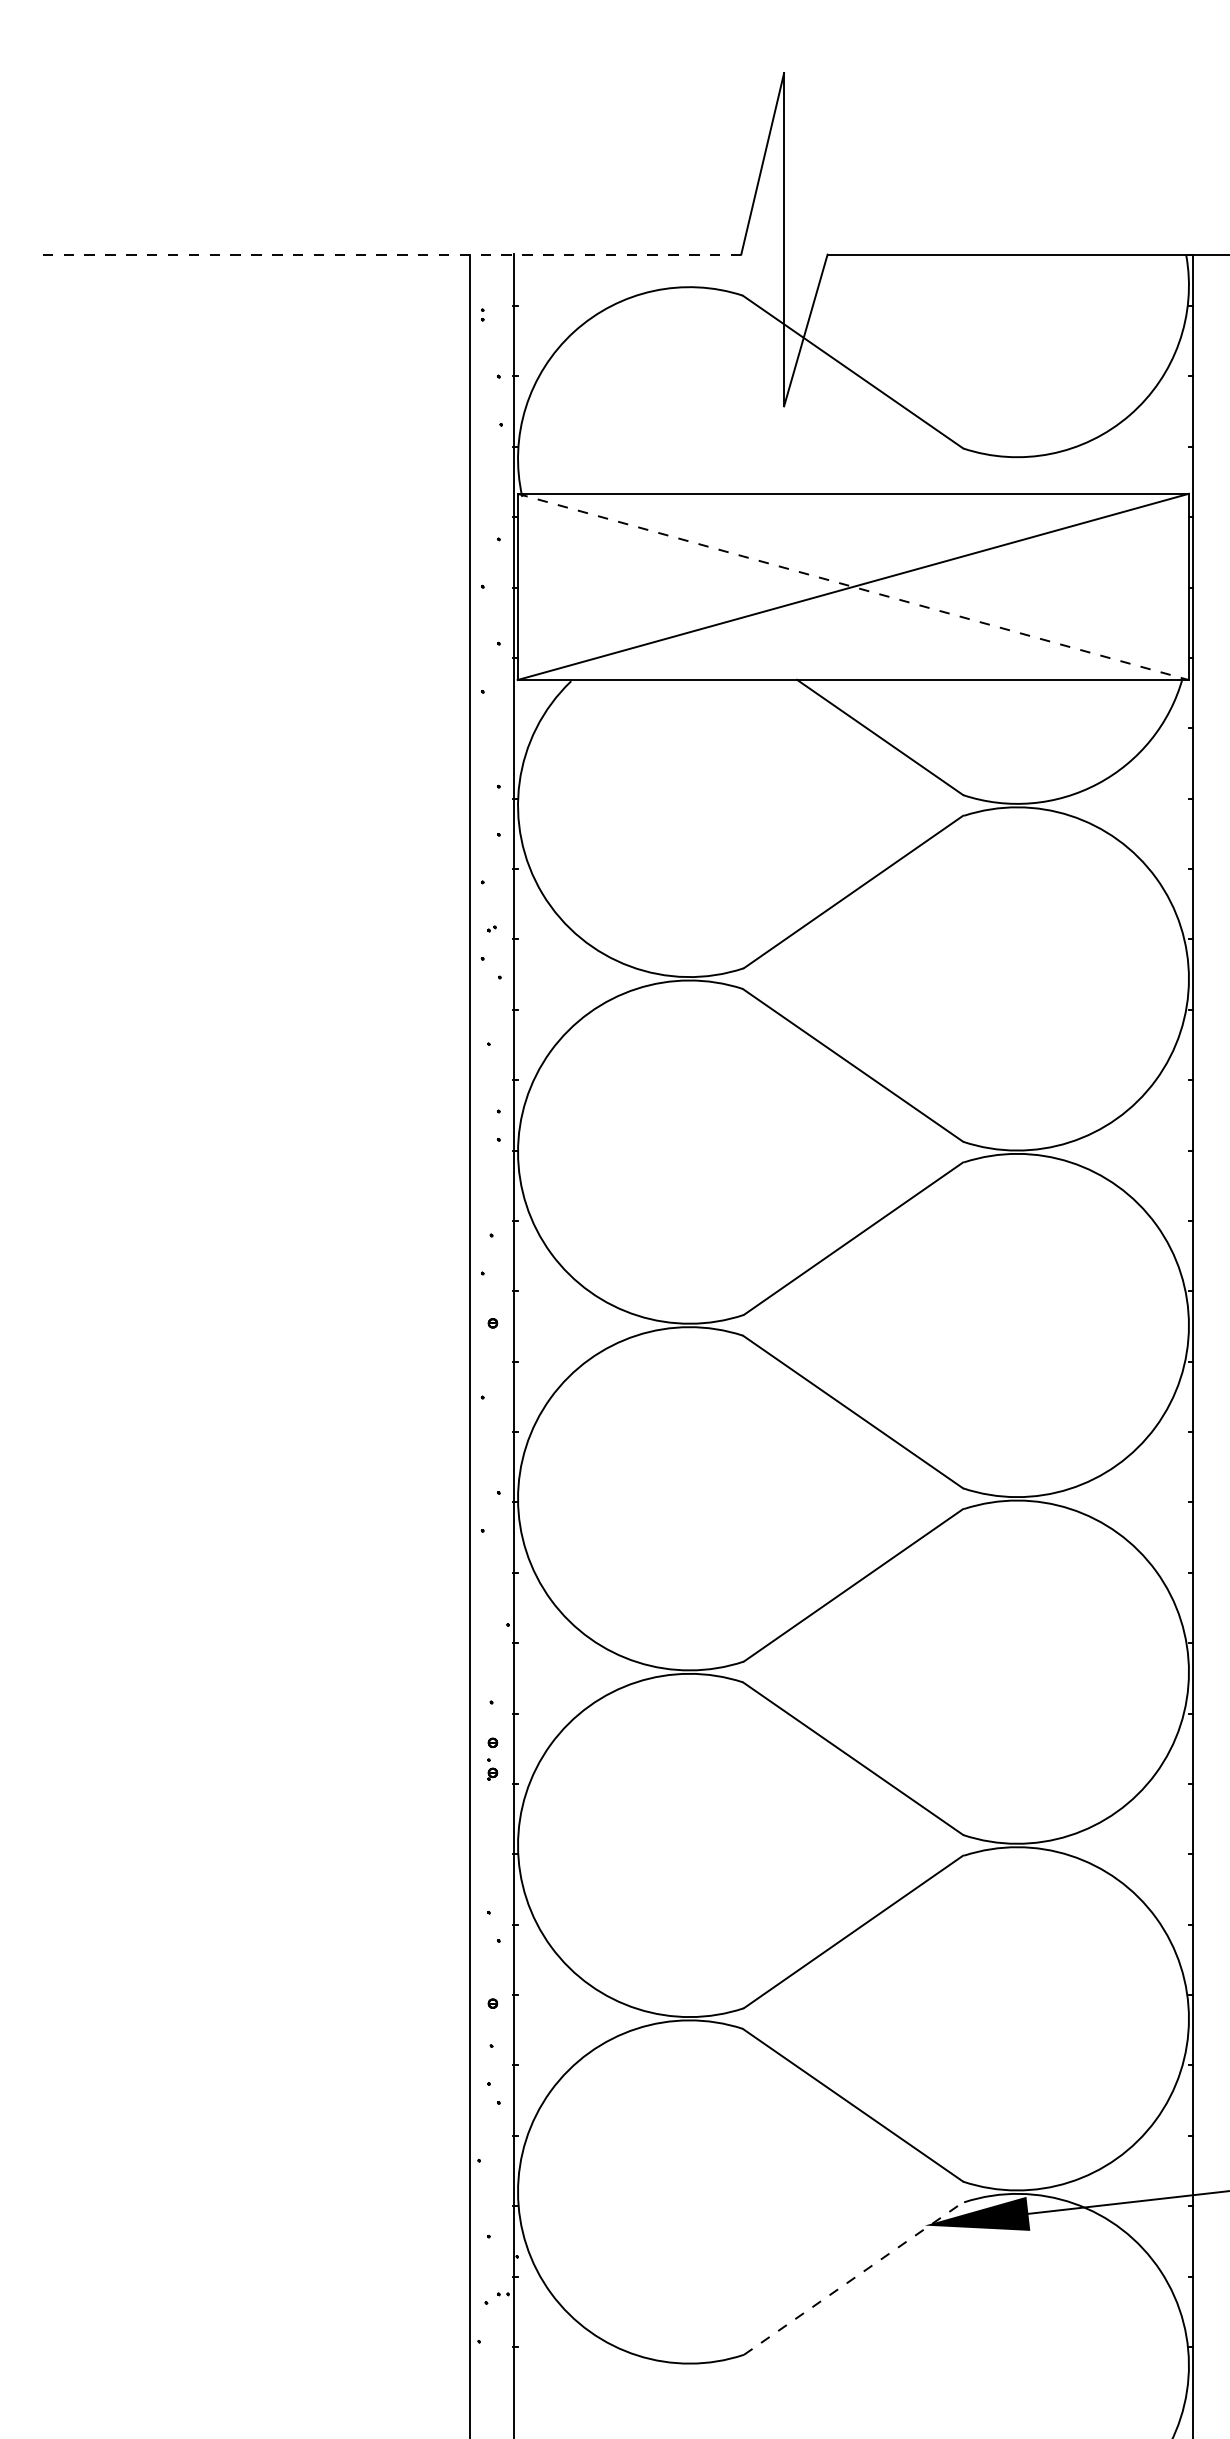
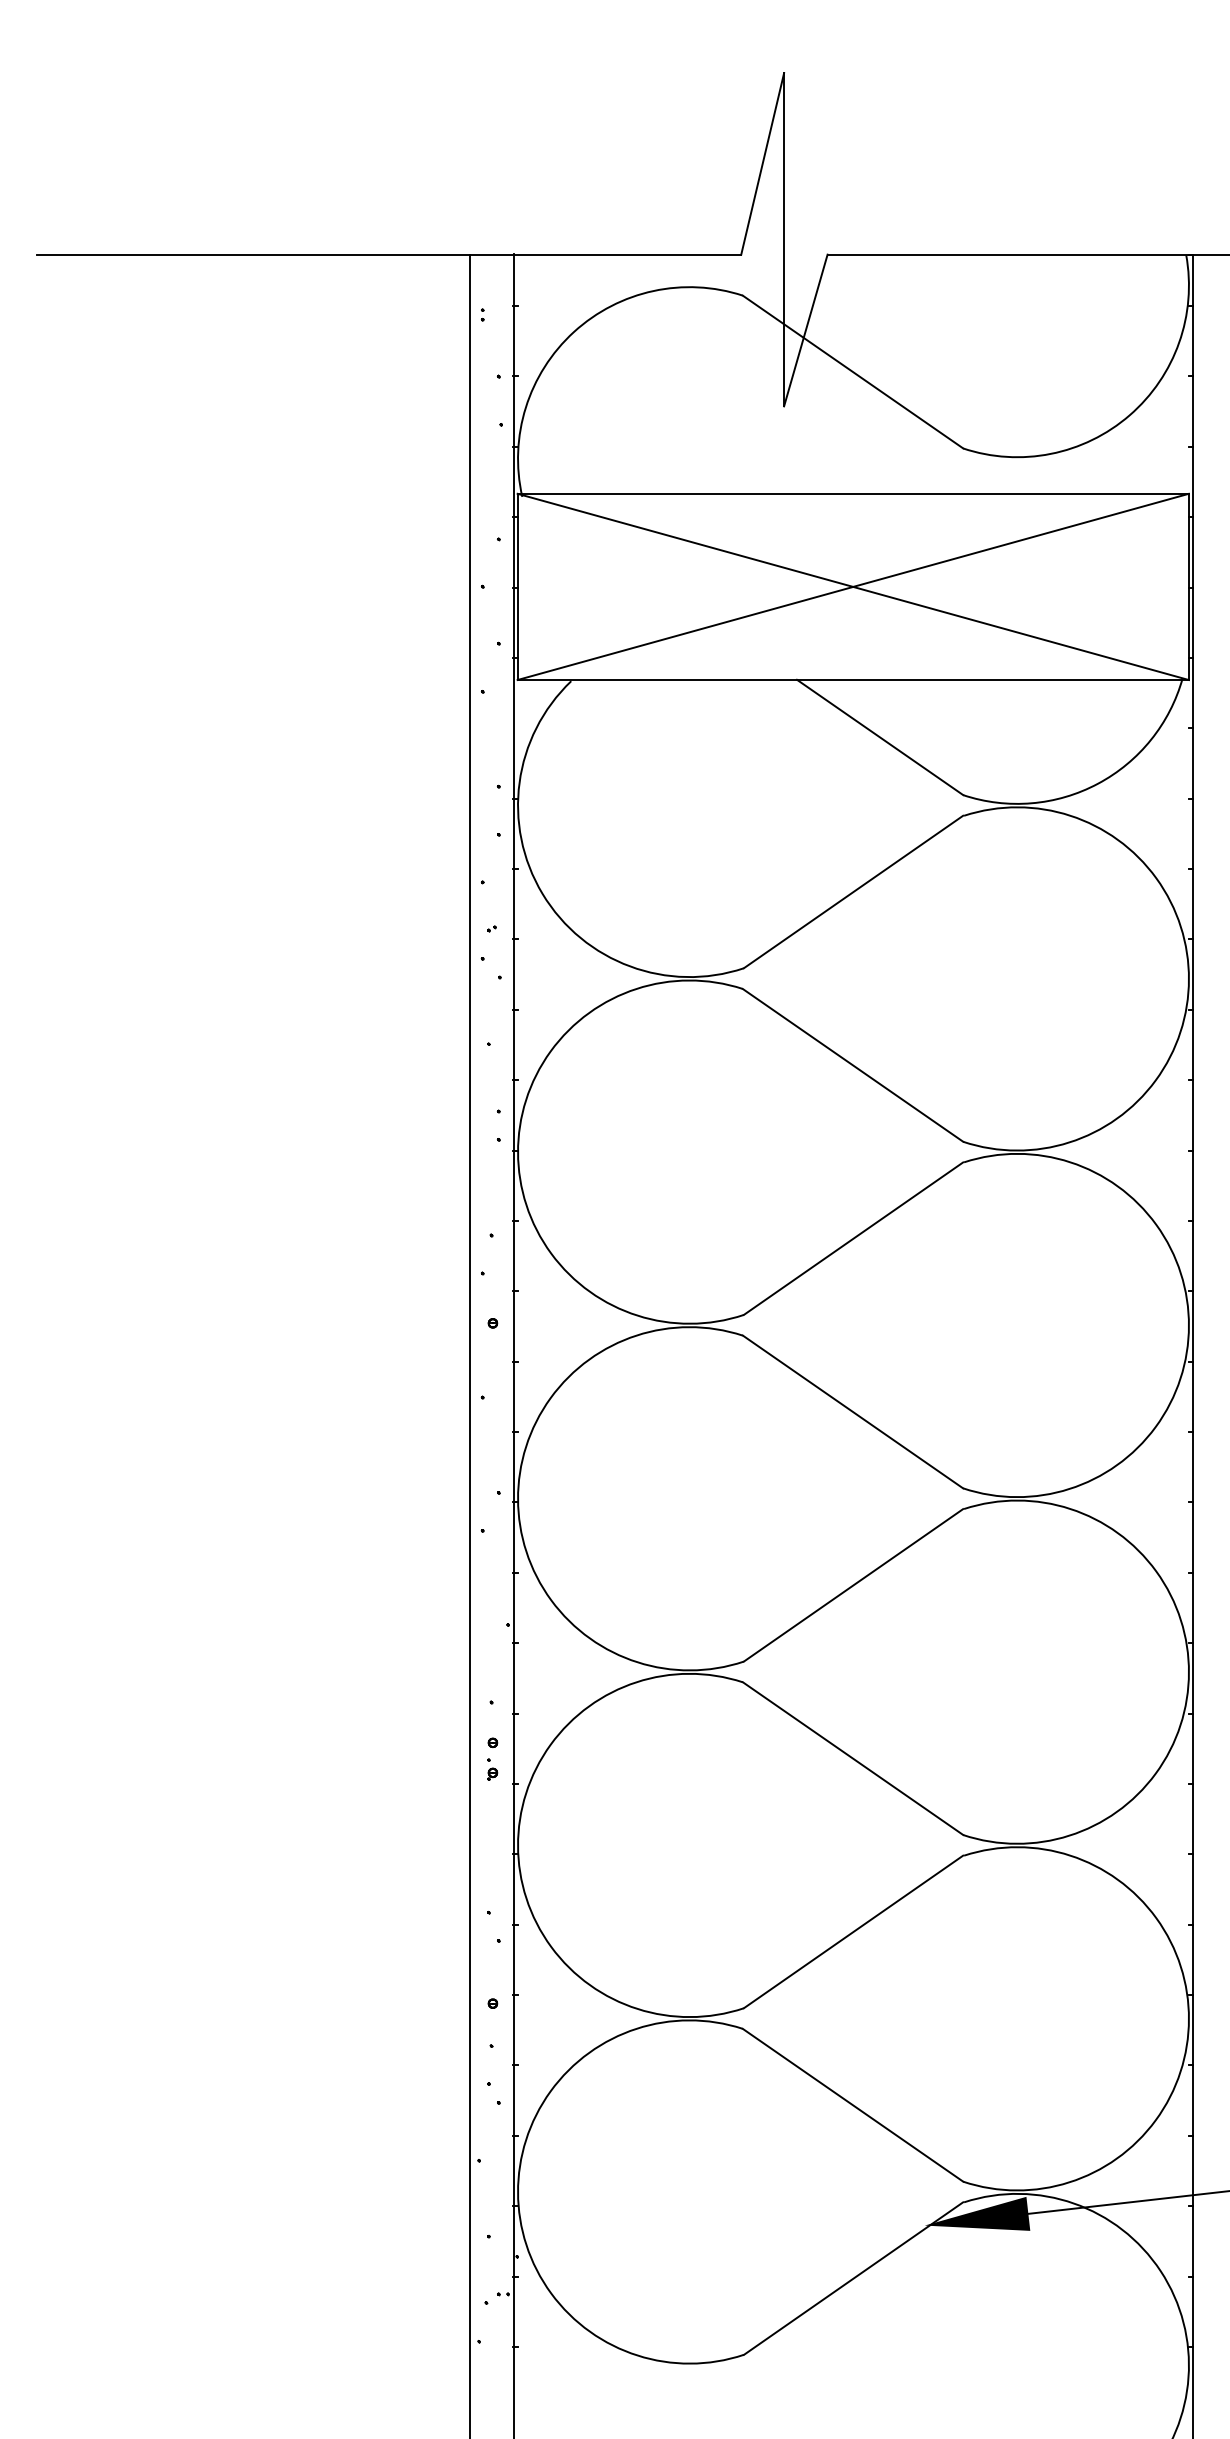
line at (388, 254): dashed -> solid
line at (853, 587): dashed -> solid
line at (853, 2278): dashed -> solid
